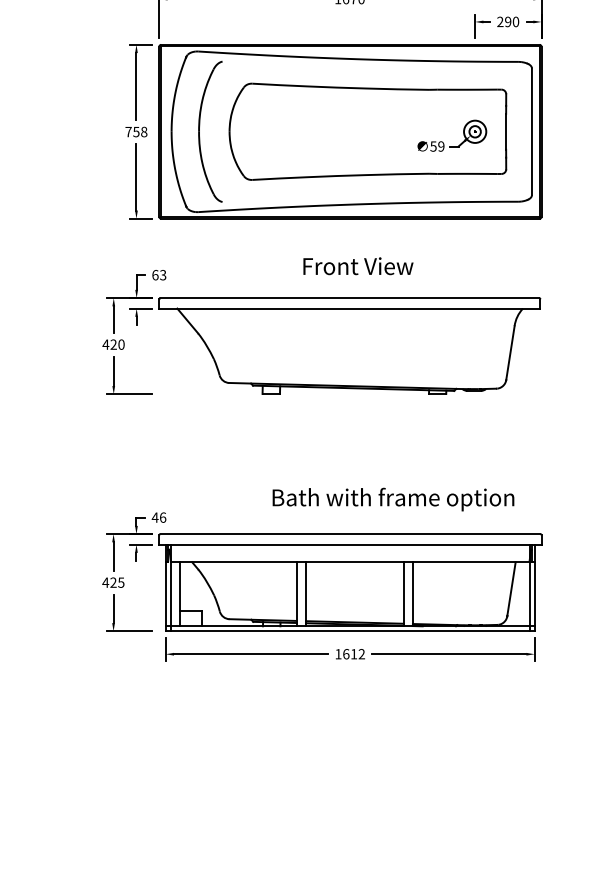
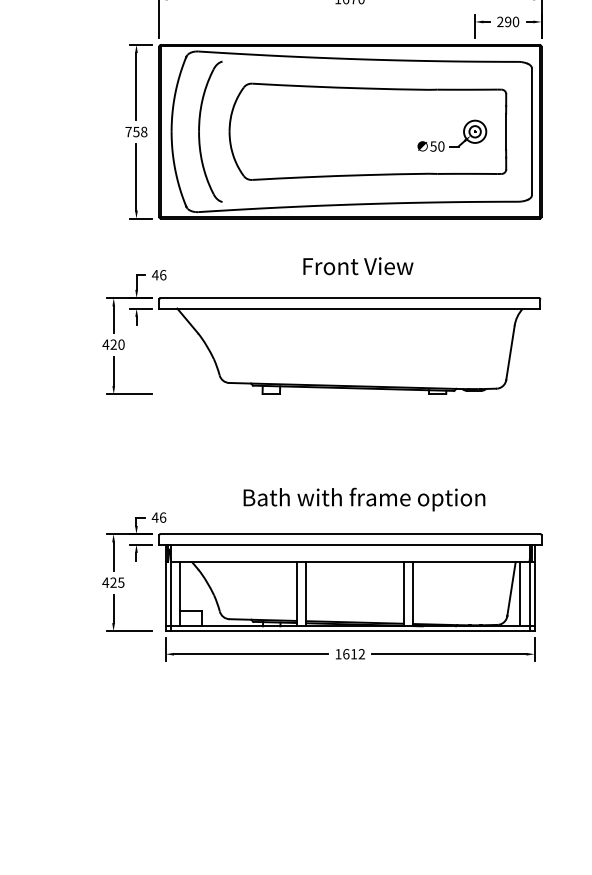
text at (441, 146): 59 -> 50
text at (159, 275): 63 -> 46
text at (393, 499) position: (393, 499) -> (364, 499)
line at (520, 594): none -> present
